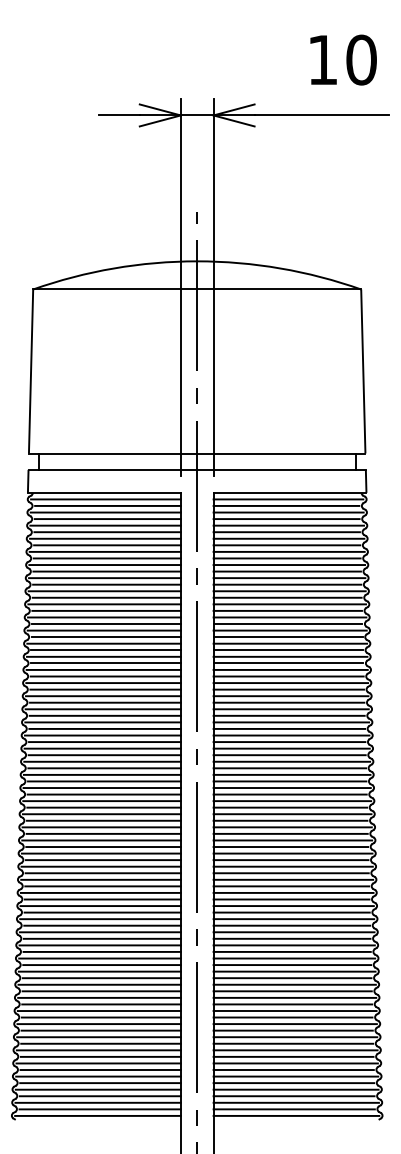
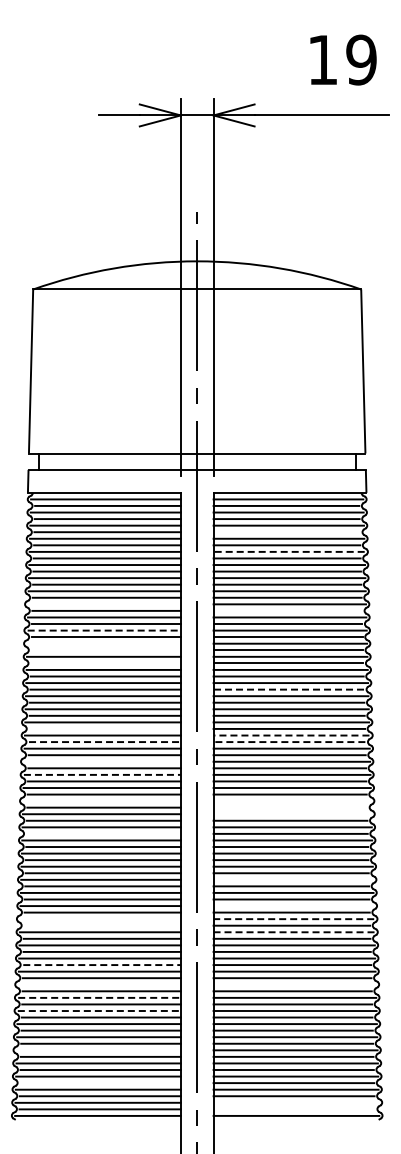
text at (361, 59): 10 -> 19
line at (286, 532): present -> none
line at (289, 551): solid -> dashed
line at (104, 604): present -> none
line at (287, 610): present -> none
line at (104, 630): solid -> dashed
line at (103, 643): present -> none
line at (105, 650): present -> none
line at (105, 663): present -> none
line at (288, 689): solid -> dashed
line at (104, 728): present -> none
line at (291, 735): solid -> dashed
line at (104, 742): solid -> dashed
line at (289, 742): solid -> dashed
line at (102, 761): present -> none
line at (102, 774): solid -> dashed
line at (101, 801): present -> none
line at (292, 801): present -> none
line at (290, 807): present -> none
line at (292, 814): present -> none
line at (103, 833): present -> none
line at (293, 879): present -> none
line at (293, 906): present -> none
line at (100, 919): present -> none
line at (293, 919): solid -> dashed
line at (102, 925): present -> none
line at (293, 932): solid -> dashed
line at (102, 965): solid -> dashed
line at (99, 984): present -> none
line at (294, 984): present -> none
line at (99, 997): solid -> dashed
line at (99, 1011): solid -> dashed
line at (98, 1050): present -> none
line at (100, 1083): present -> none
line at (295, 1102): present -> none
line at (293, 1109): present -> none
